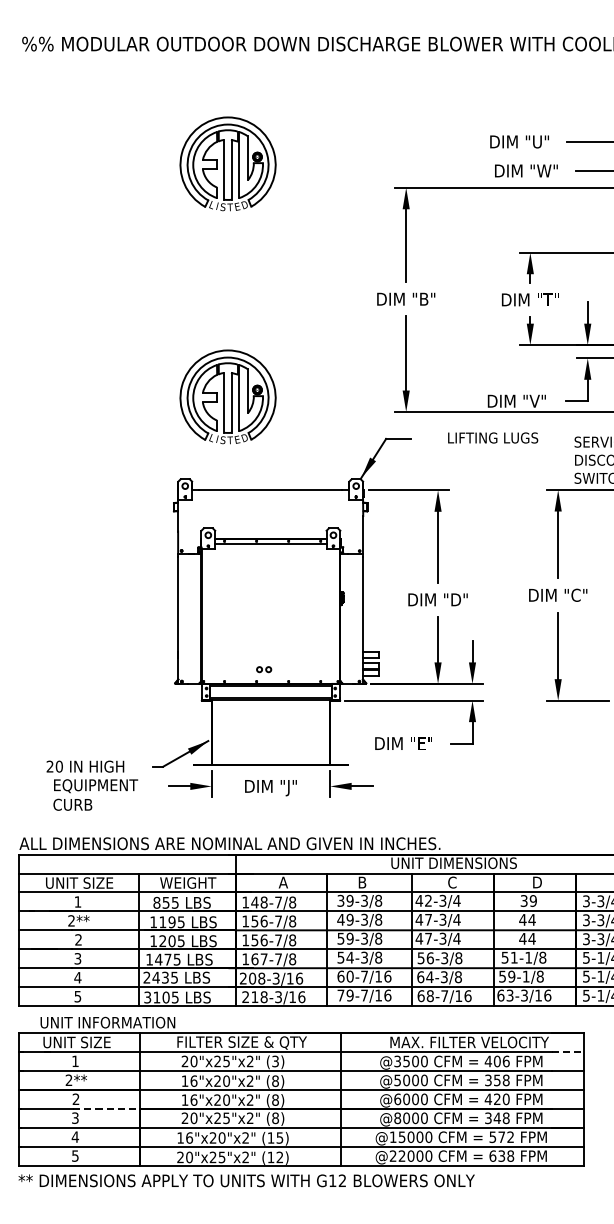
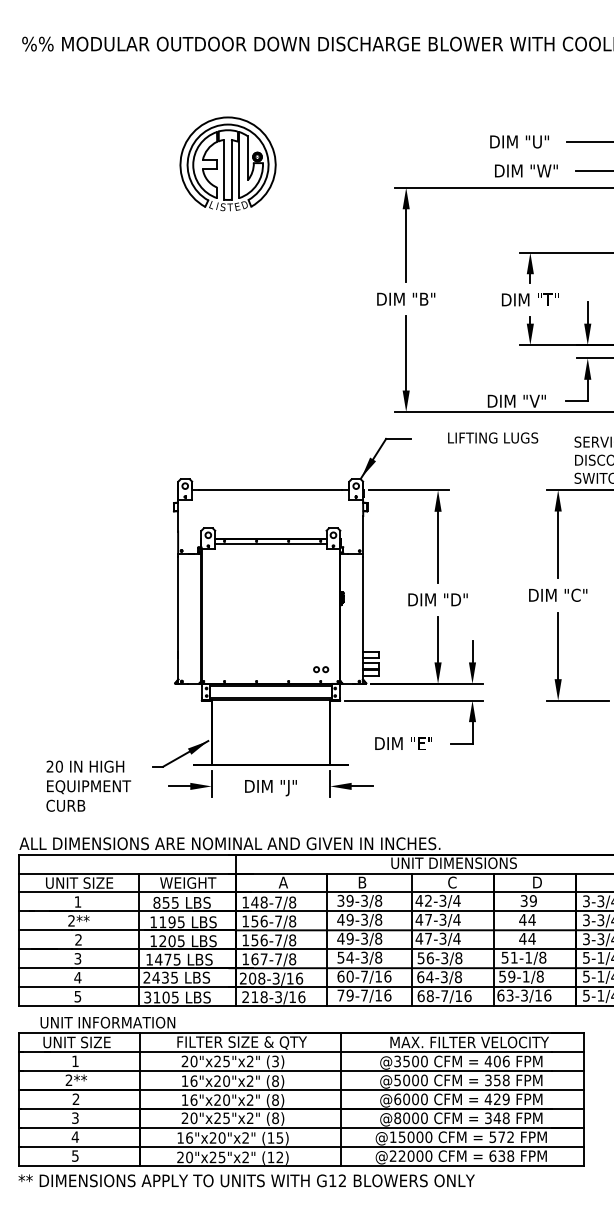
part at (227, 396): present -> none
part at (264, 669) position: (264, 669) -> (321, 669)
text at (95, 794) position: (95, 794) -> (88, 795)
text at (340, 938): 59-3/8 -> 49-3/8
line at (568, 1051): dashed -> solid
text at (505, 1099): 420 -> 429
line at (107, 1108): dashed -> solid
